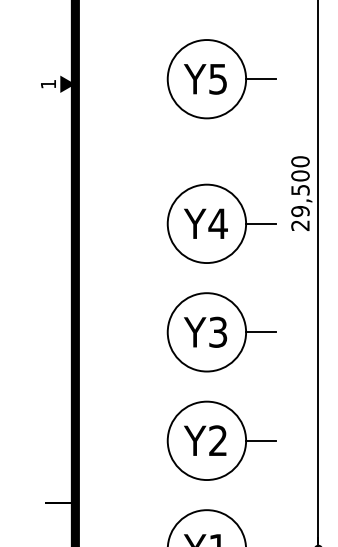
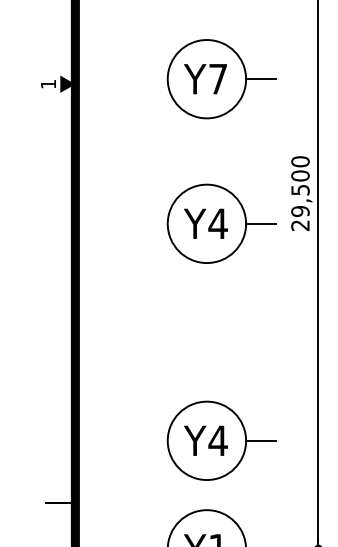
text at (217, 79): Y5 -> Y7
part at (221, 332): present -> none
text at (217, 440): Y2 -> Y4
